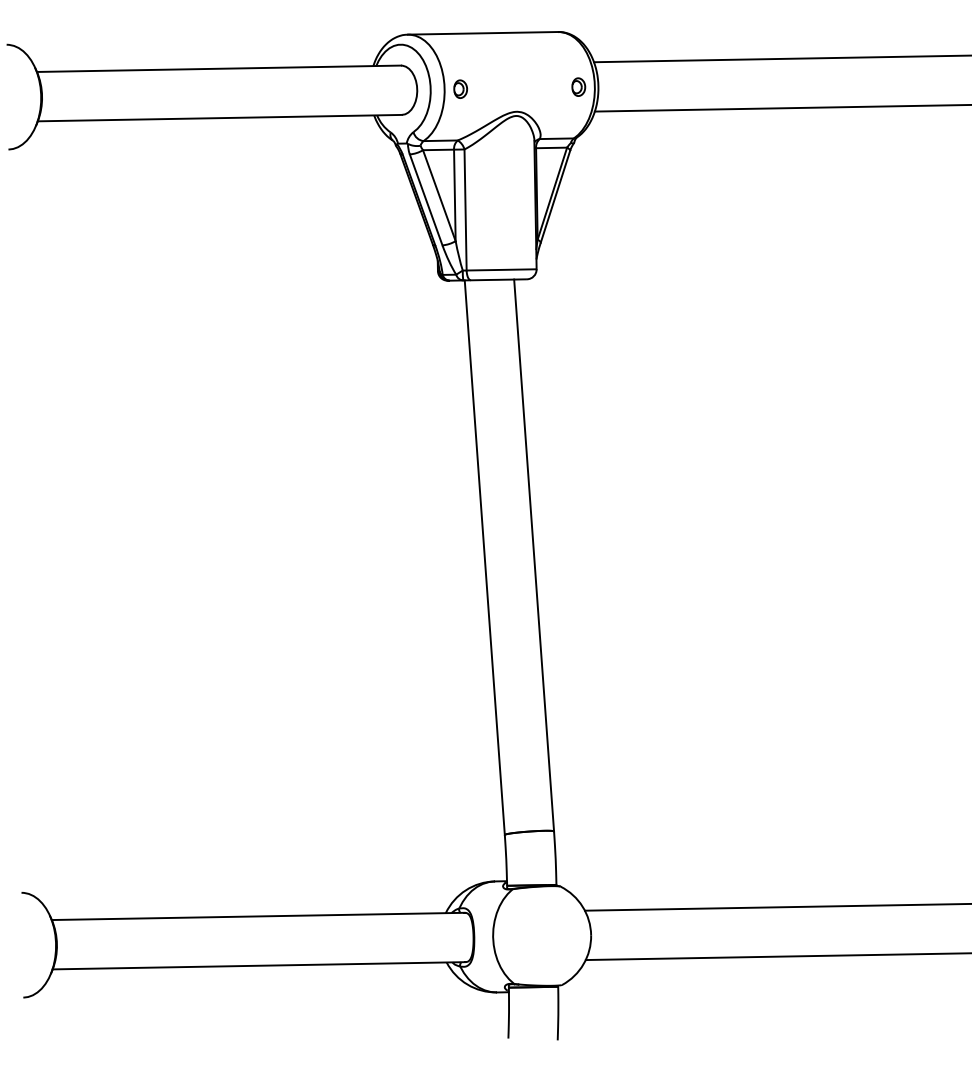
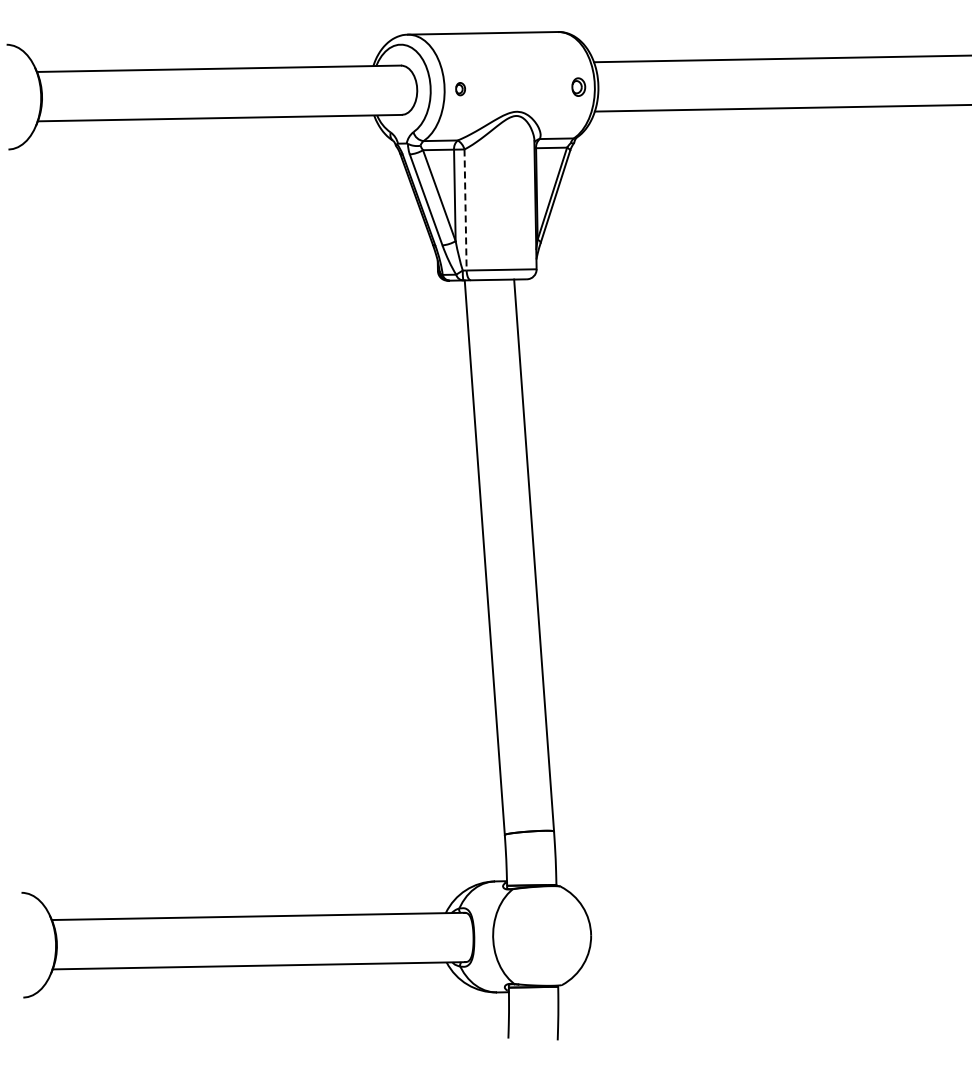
part at (460, 88) size: 15x20 px -> 11x15 px
line at (465, 210): solid -> dashed
line at (776, 906): present -> none
line at (776, 956): present -> none
